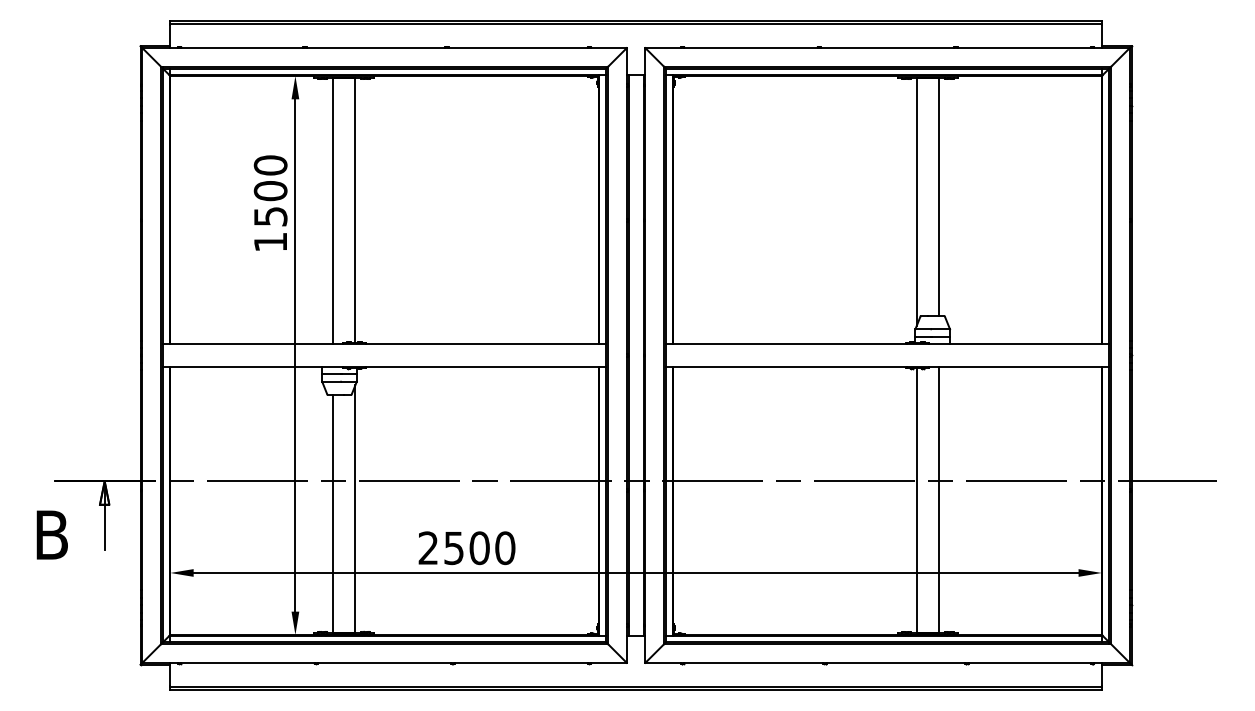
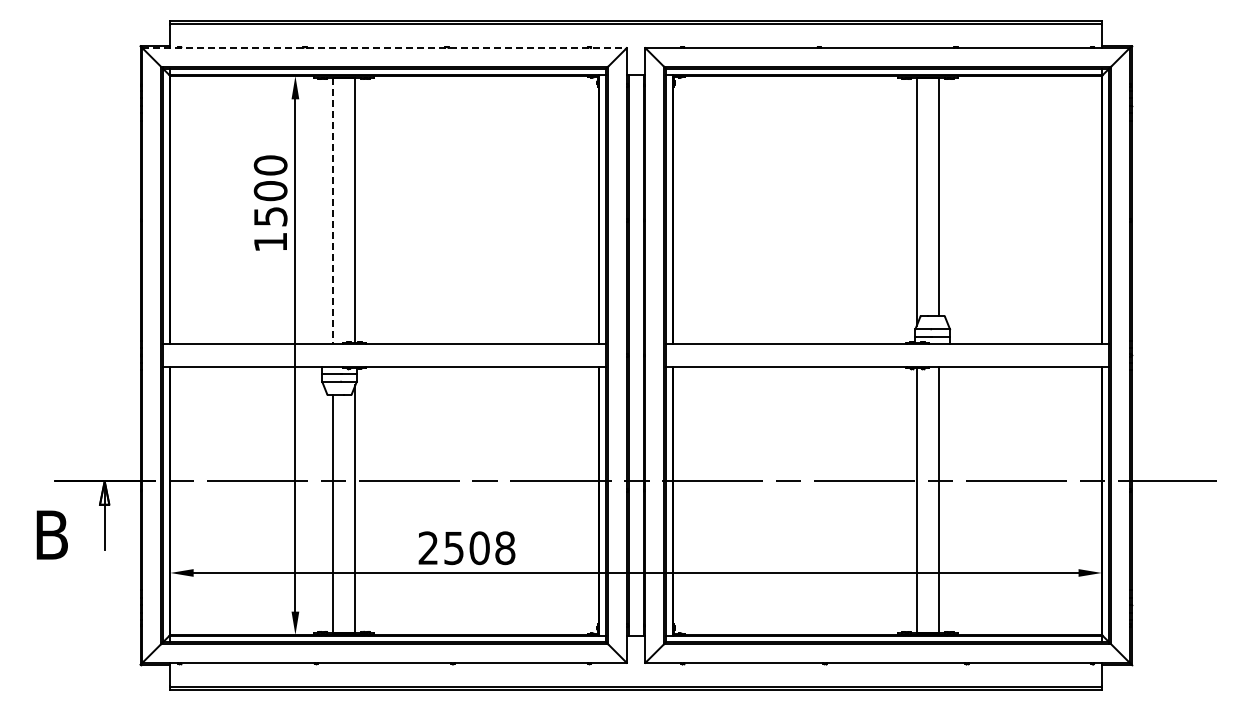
line at (385, 48): solid -> dashed
line at (333, 211): solid -> dashed
text at (505, 547): 2500 -> 2508
